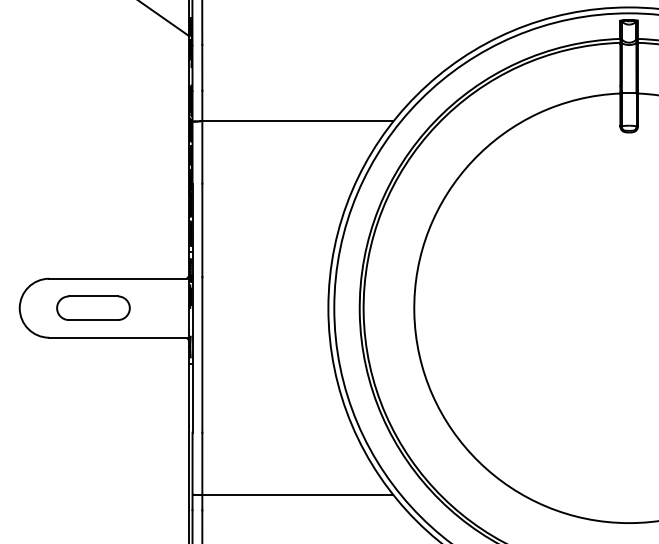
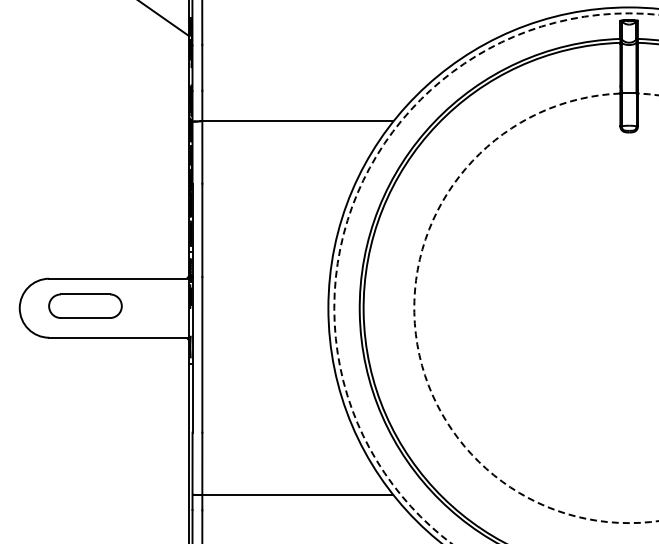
circle at (496, 278): solid -> dashed
part at (93, 307) position: (93, 307) -> (85, 305)
arc at (416, 338): solid -> dashed
